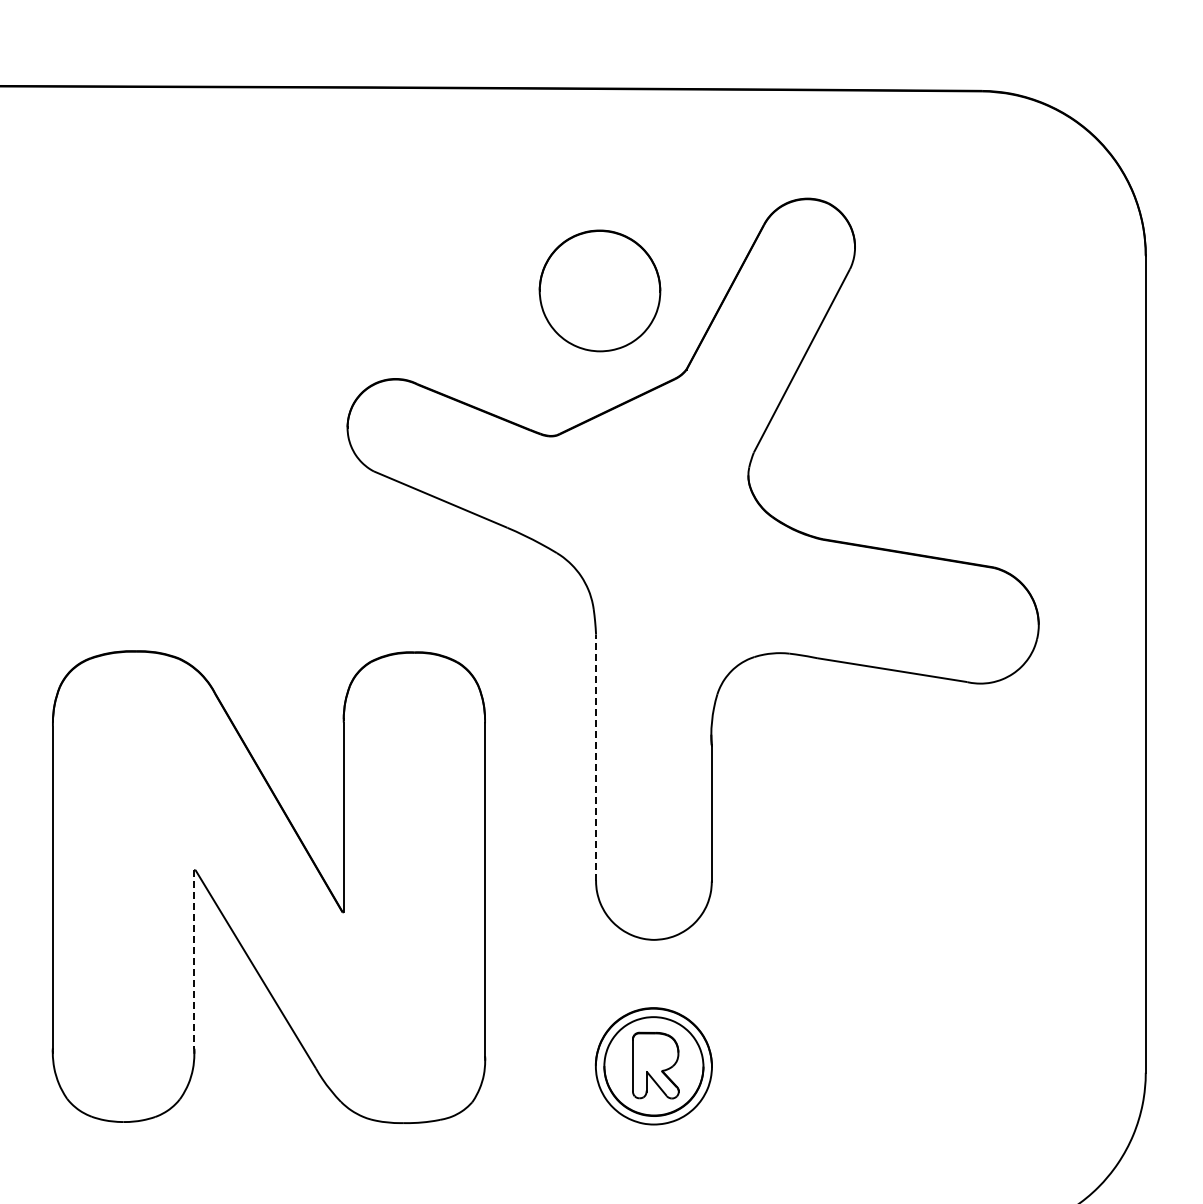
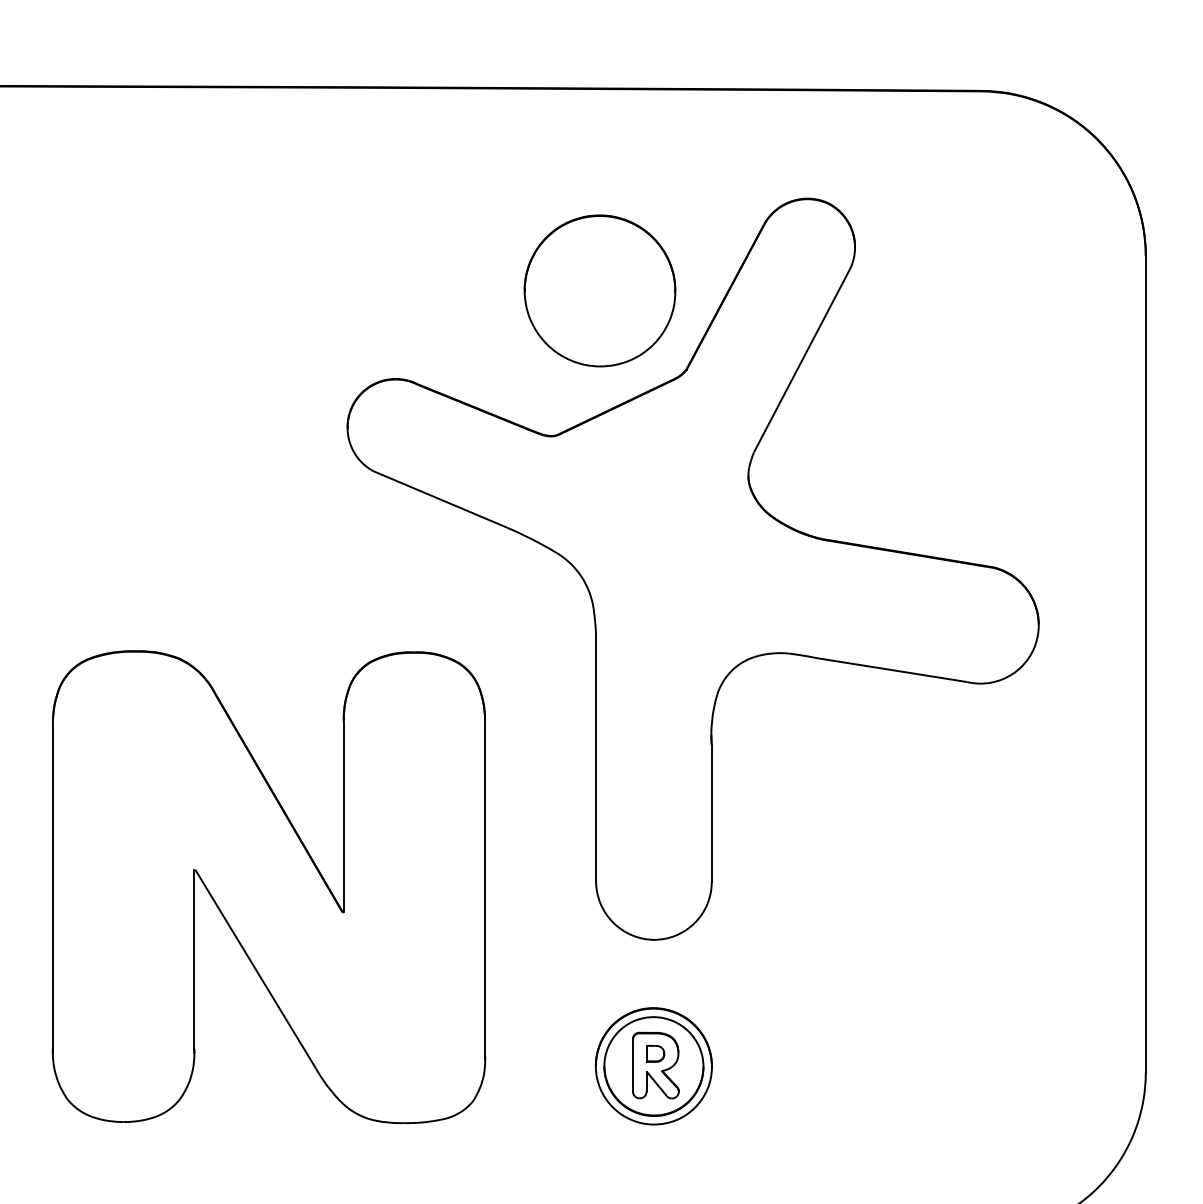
part at (599, 290) size: 124x124 px -> 154x154 px
line at (596, 757): dashed -> solid
line at (194, 959): dashed -> solid
part at (655, 1053): none -> present
